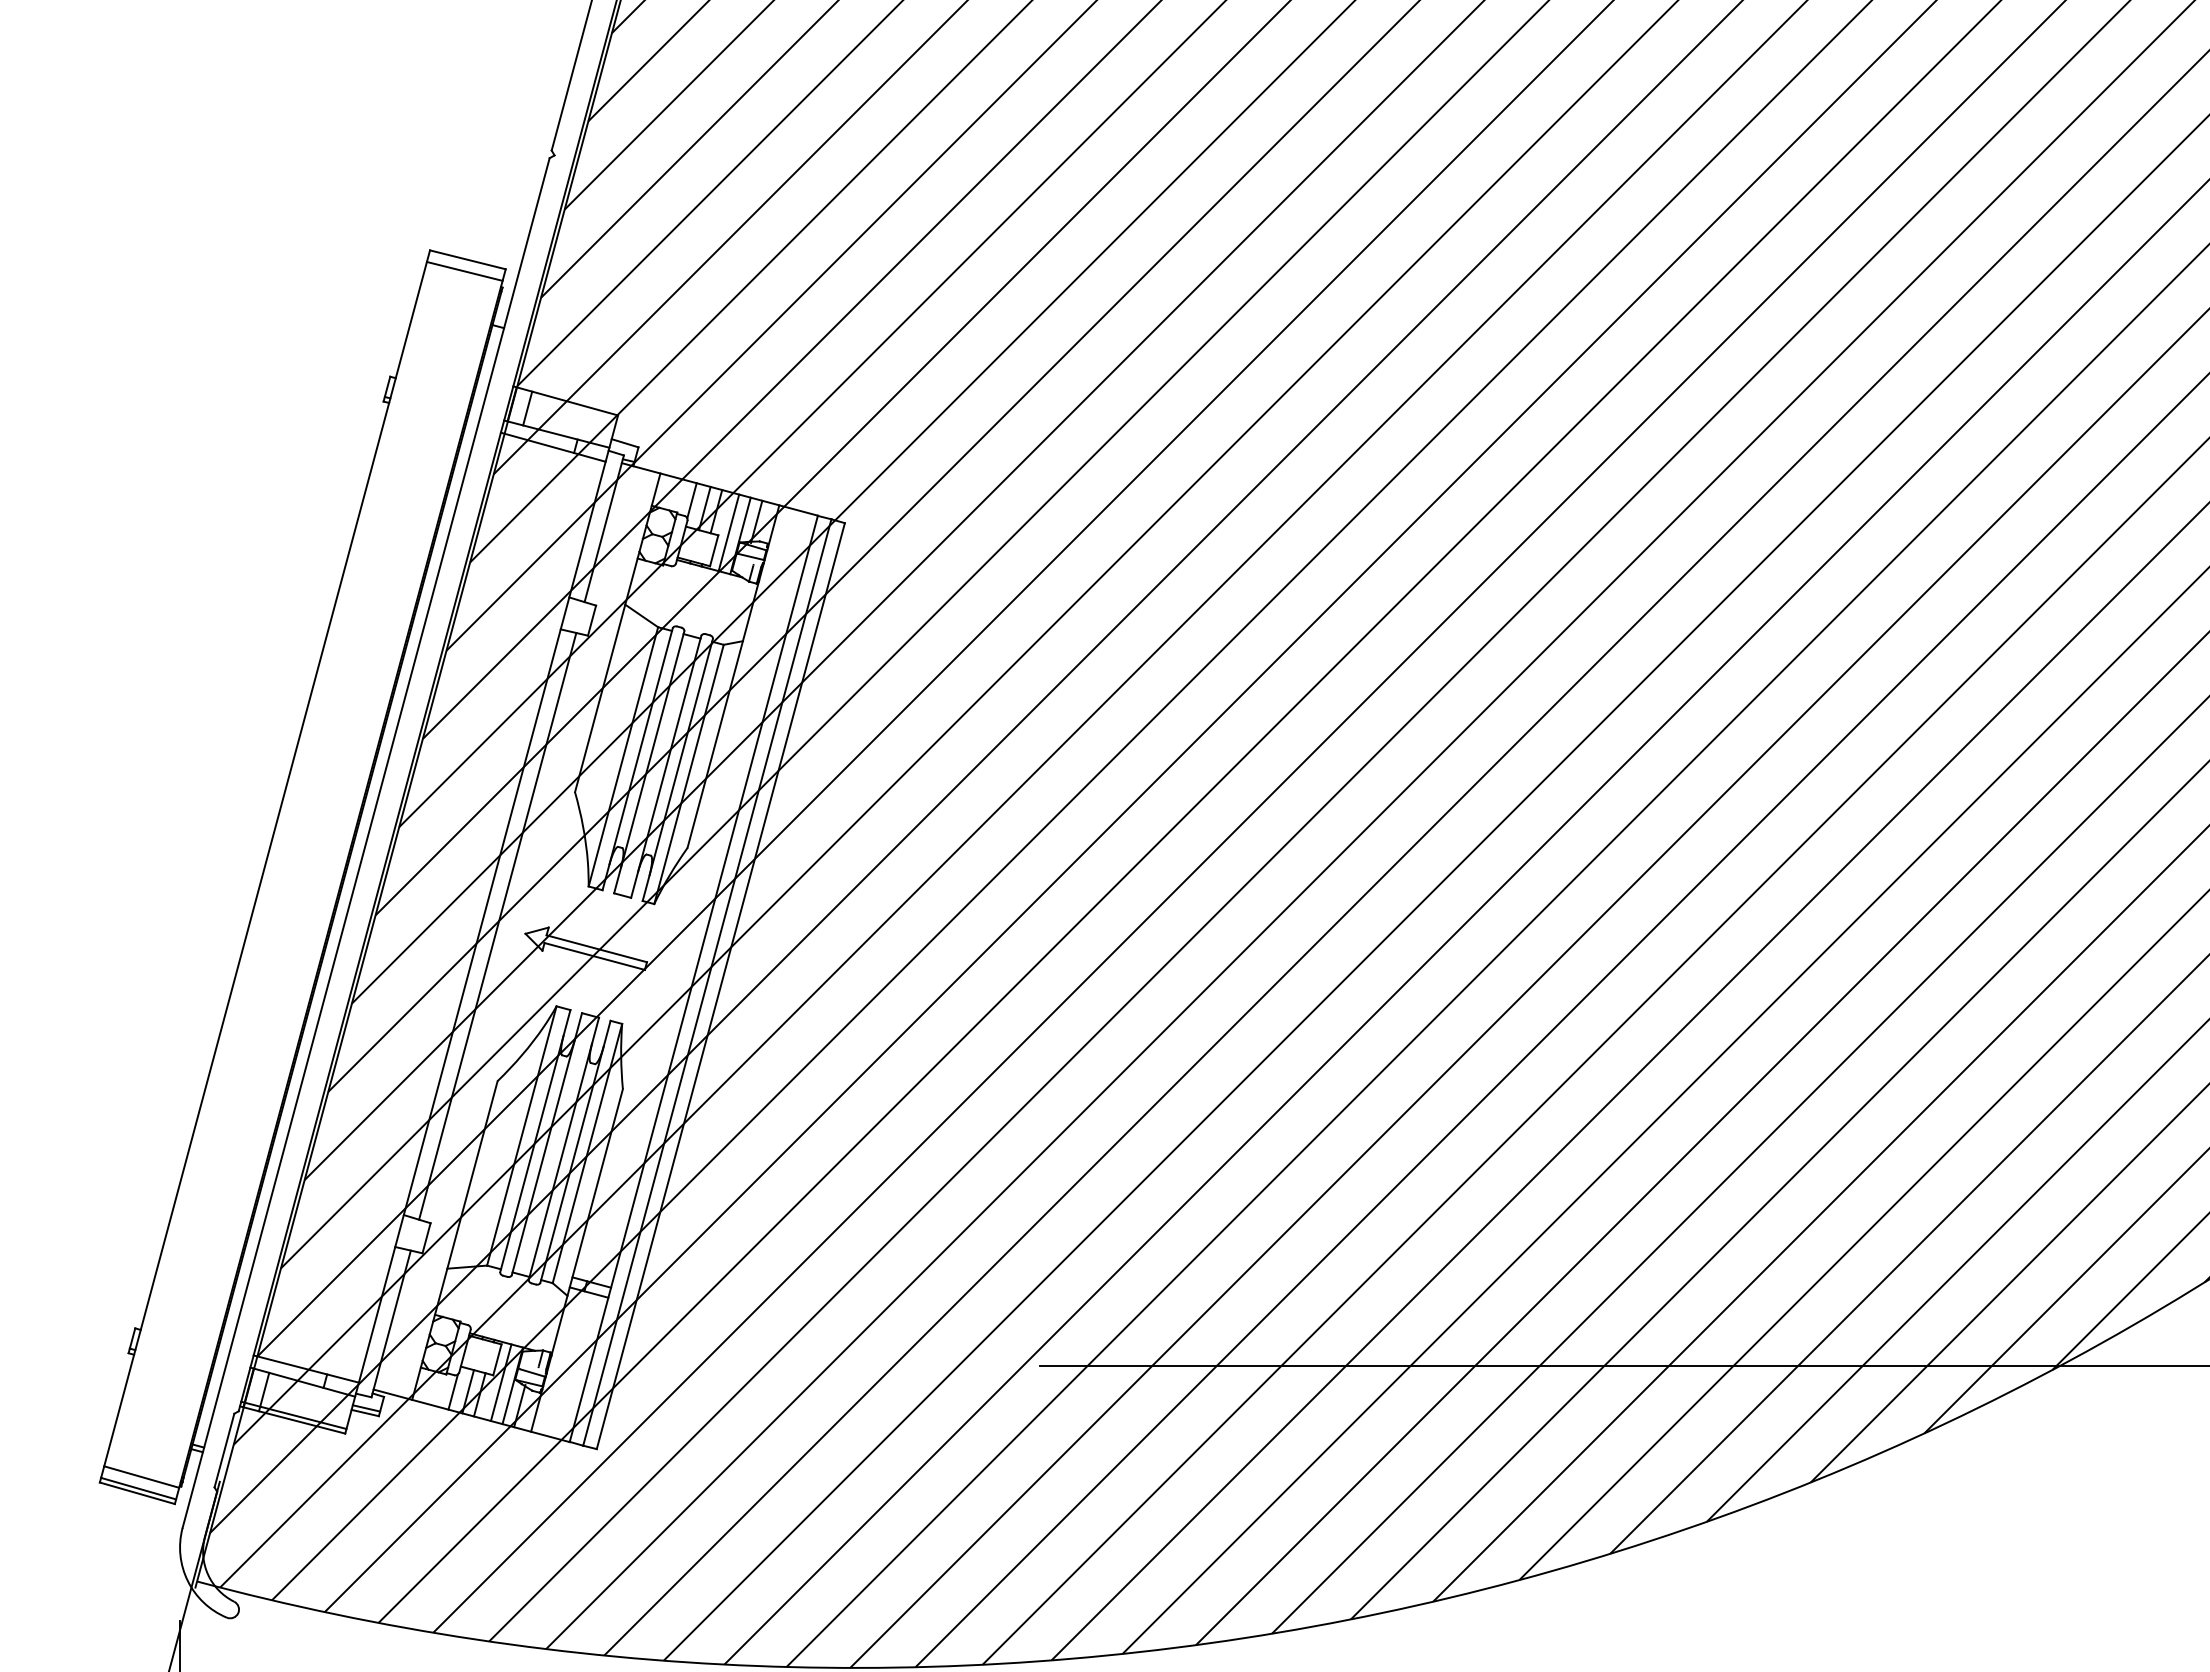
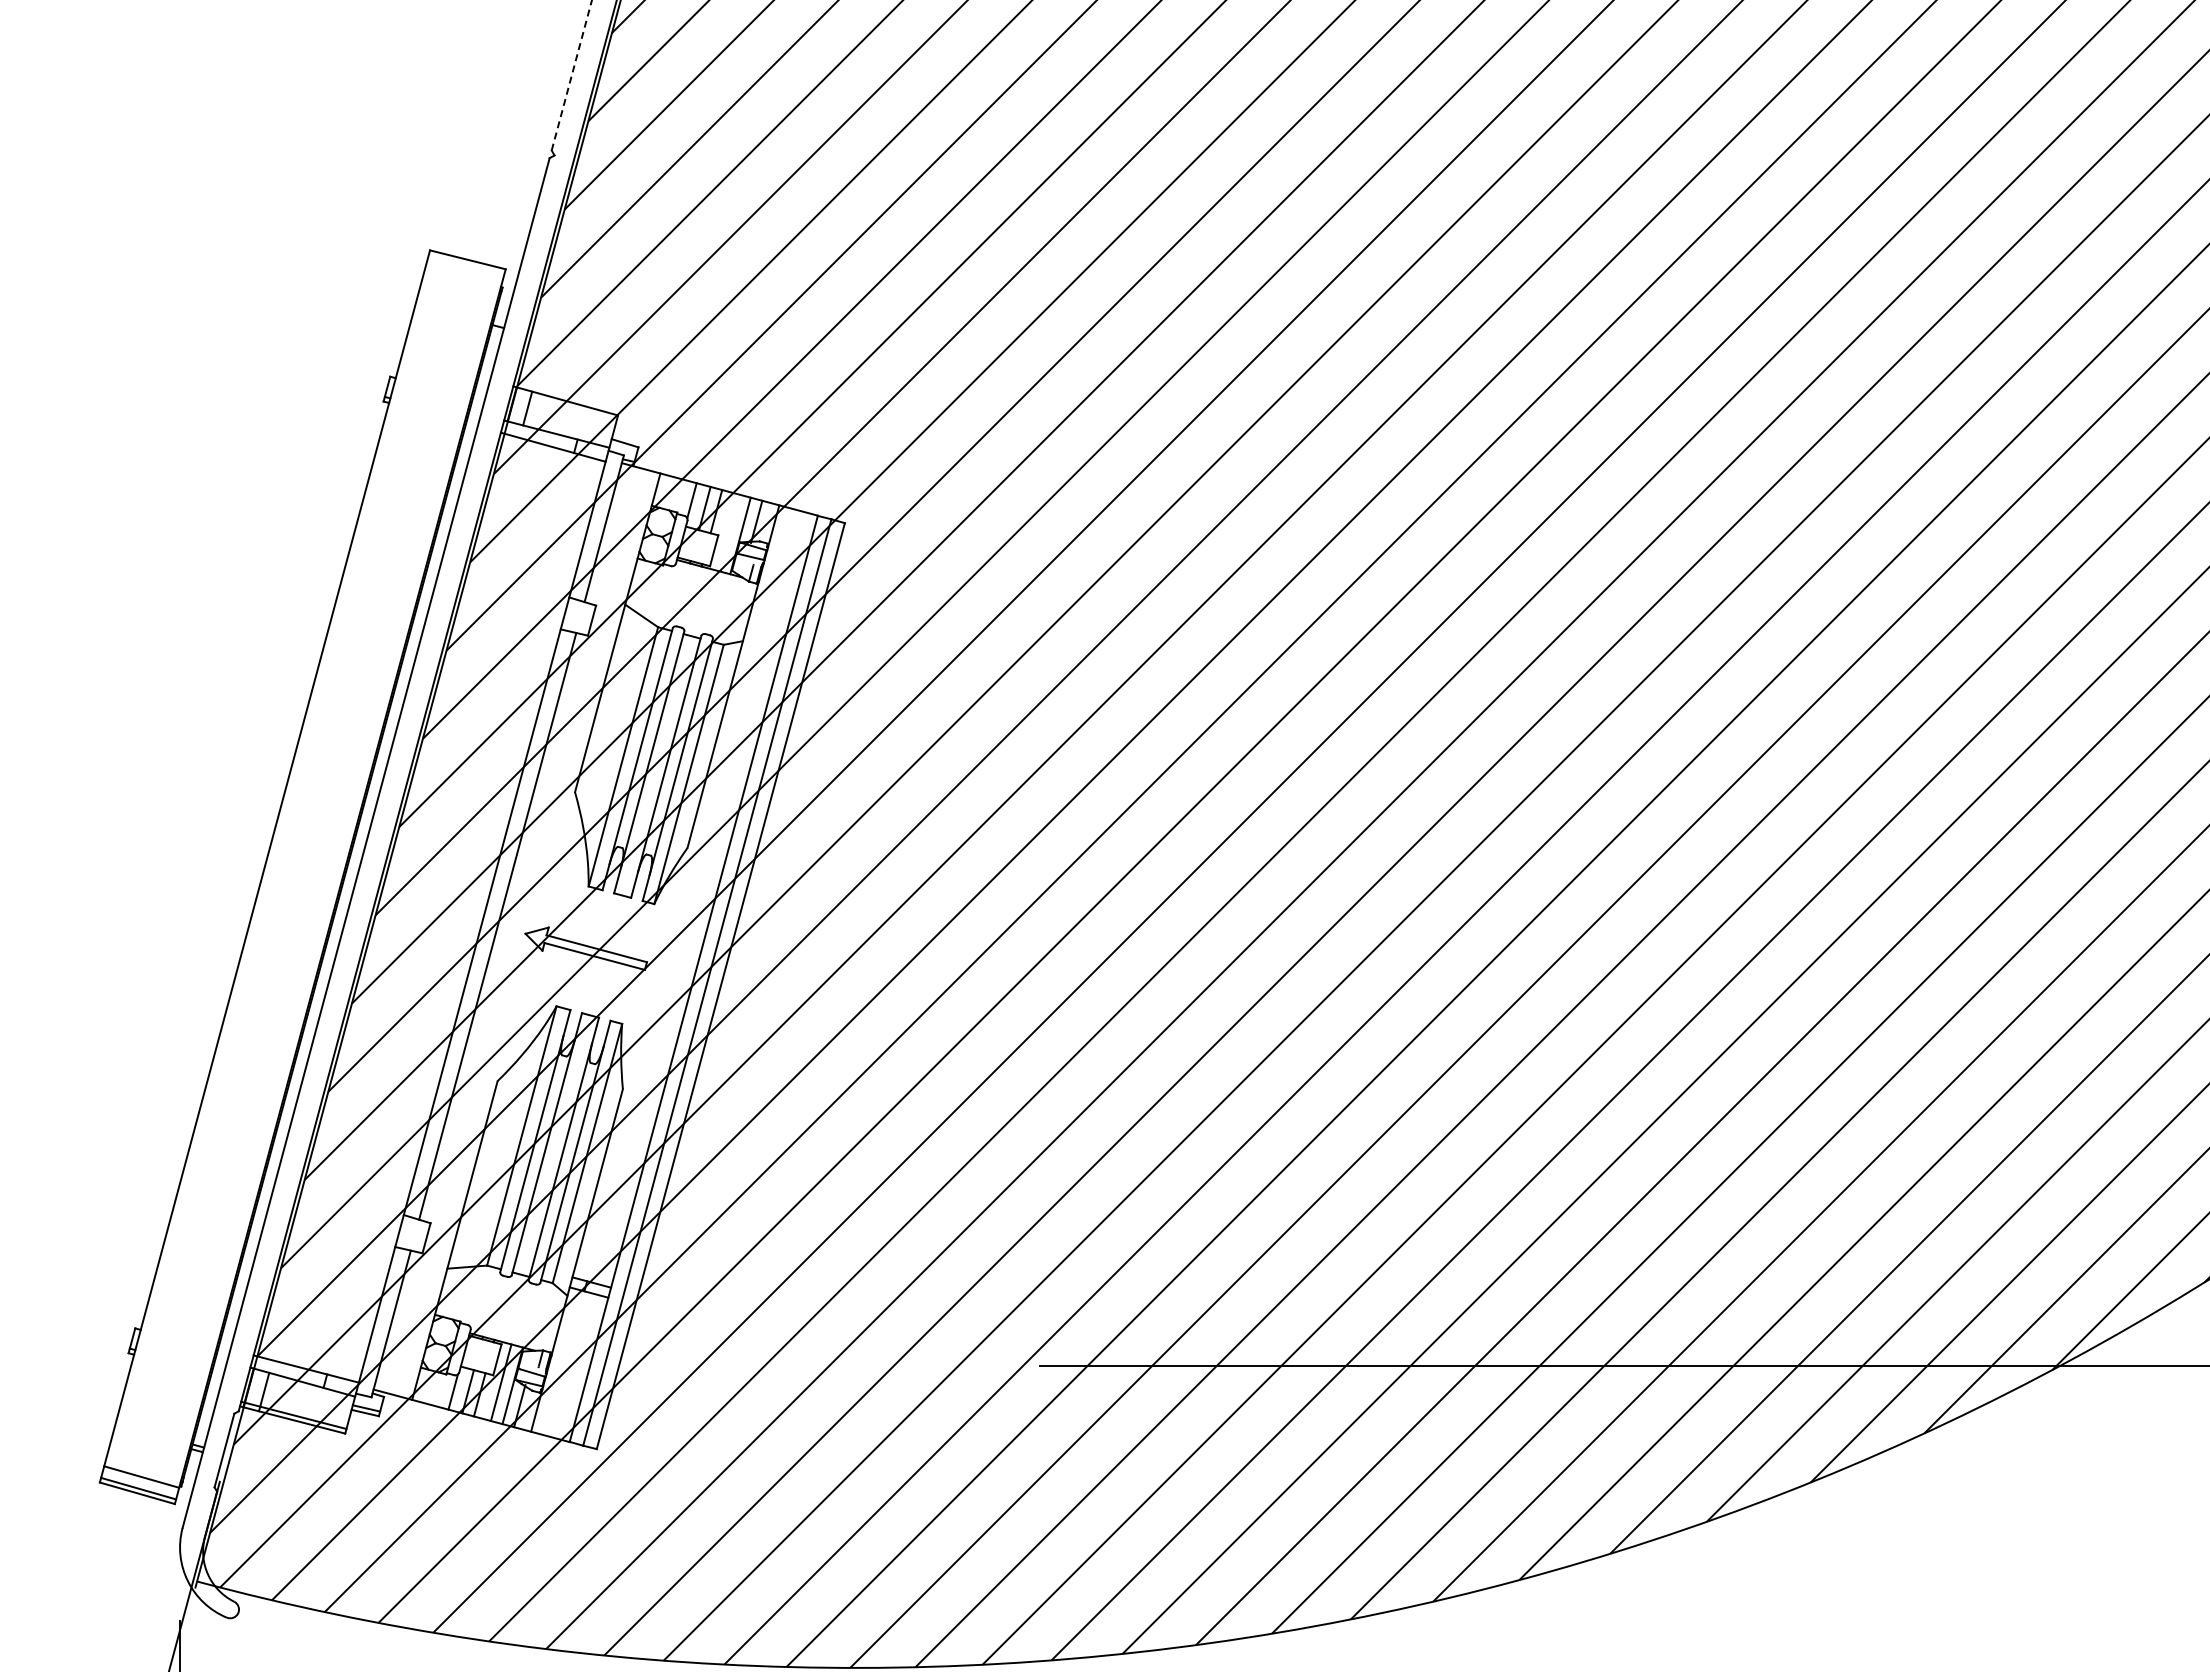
line at (571, 75): solid -> dashed
line at (464, 270): present -> none
line at (728, 532): present -> none
